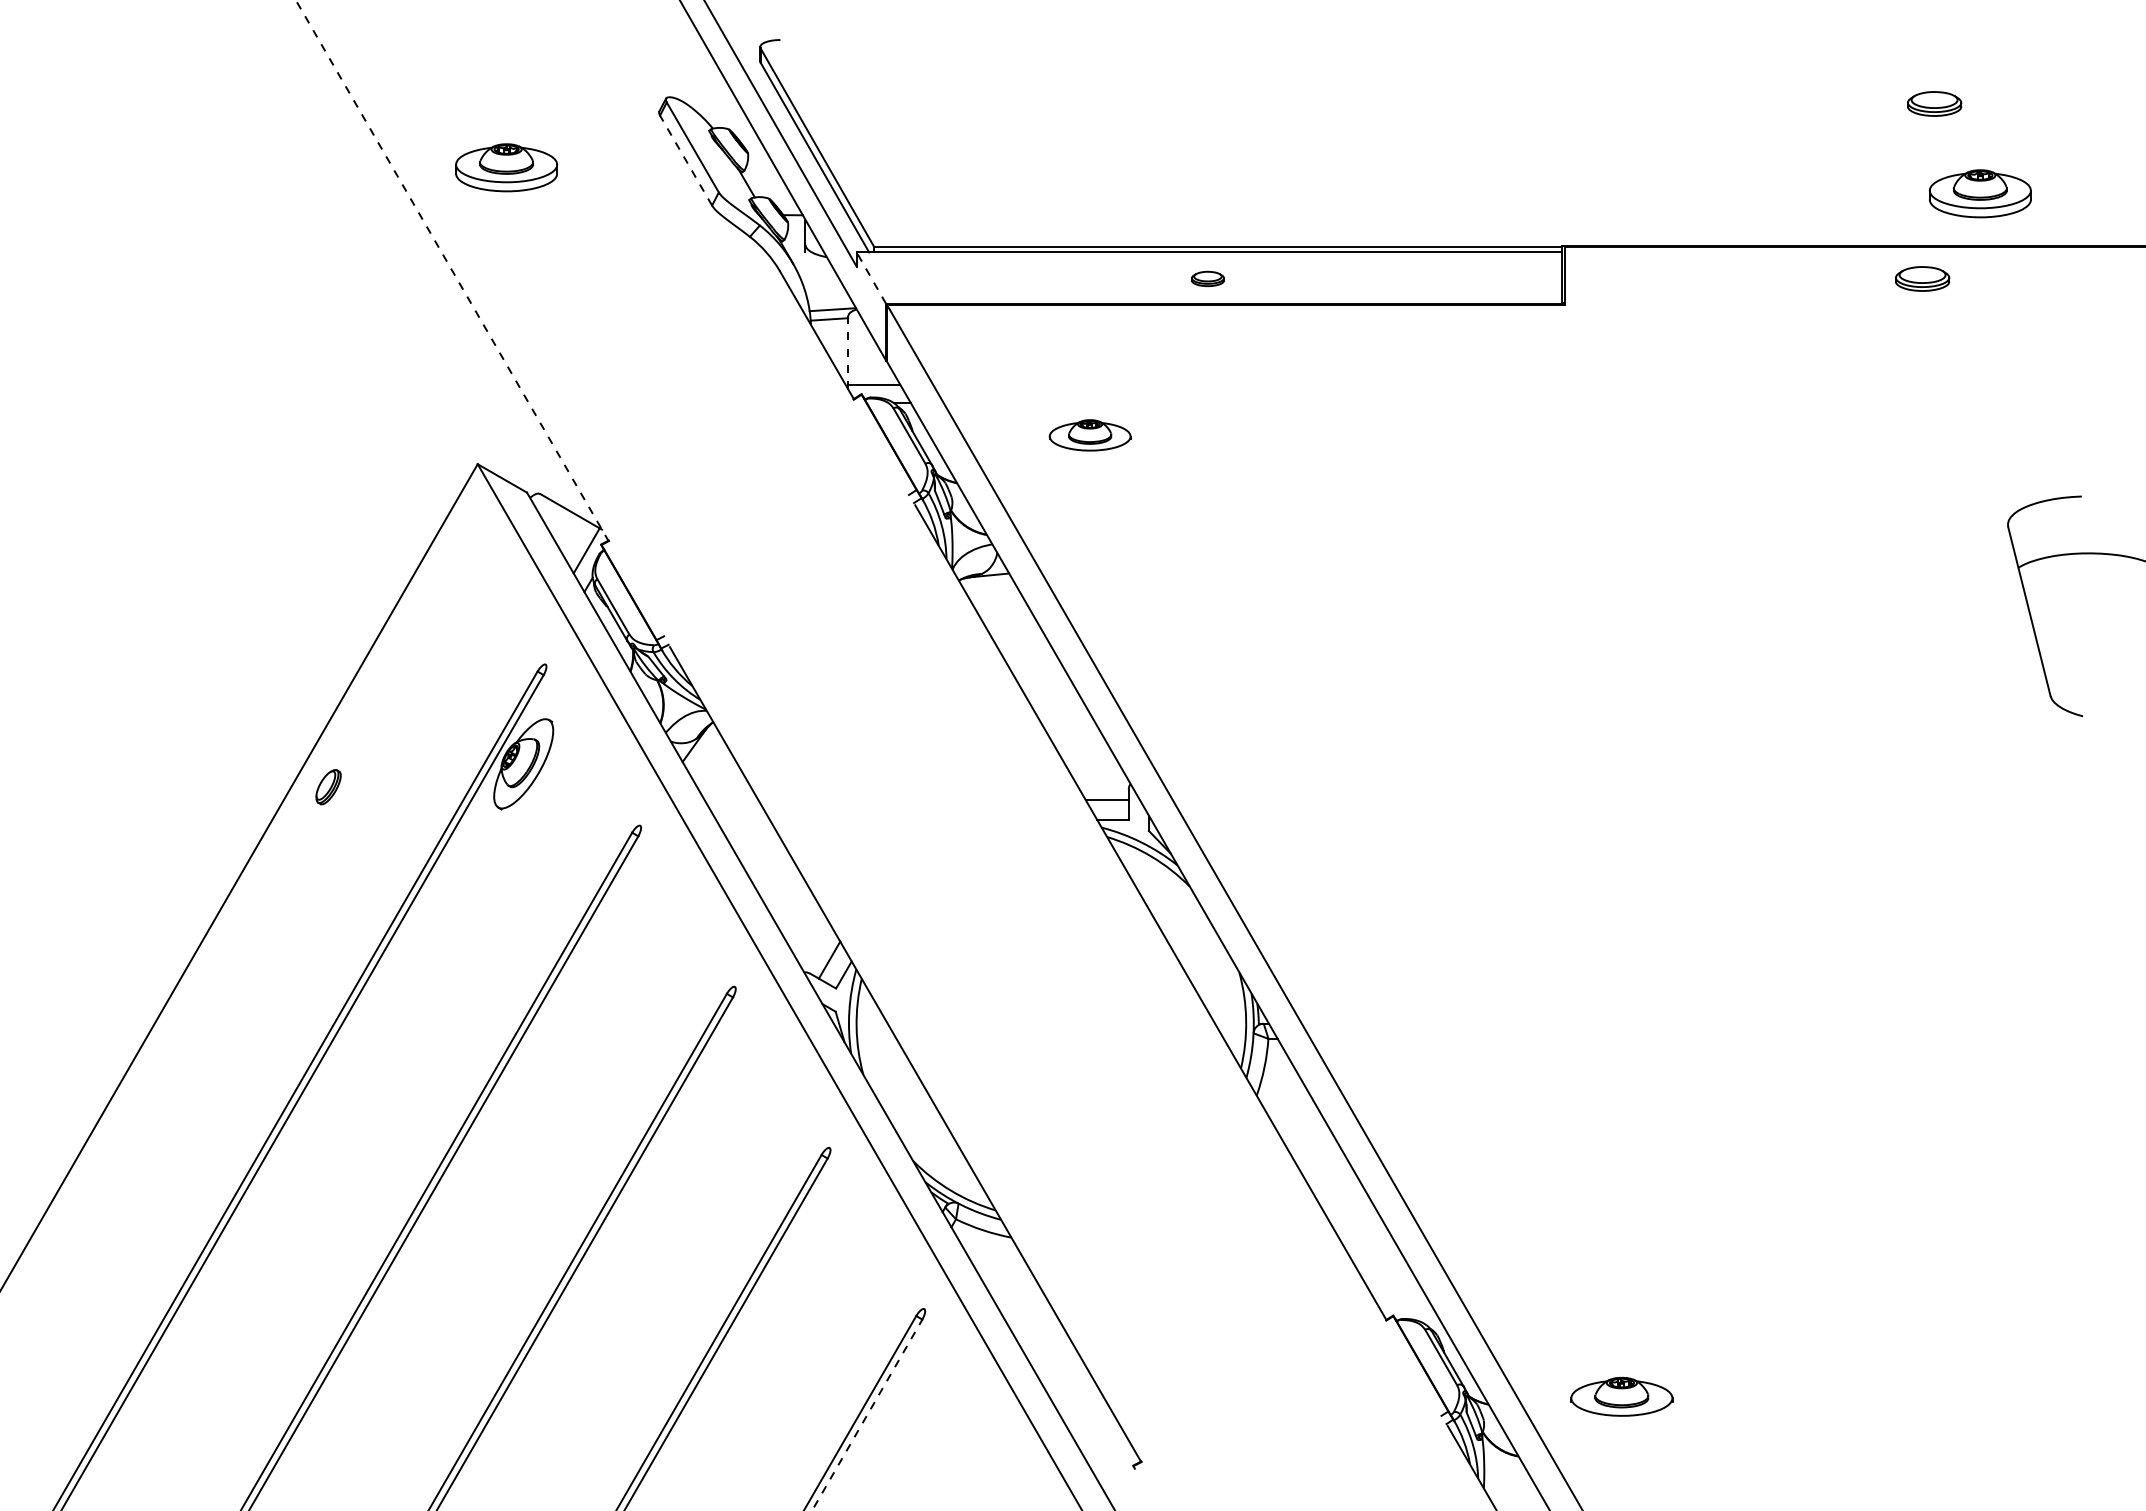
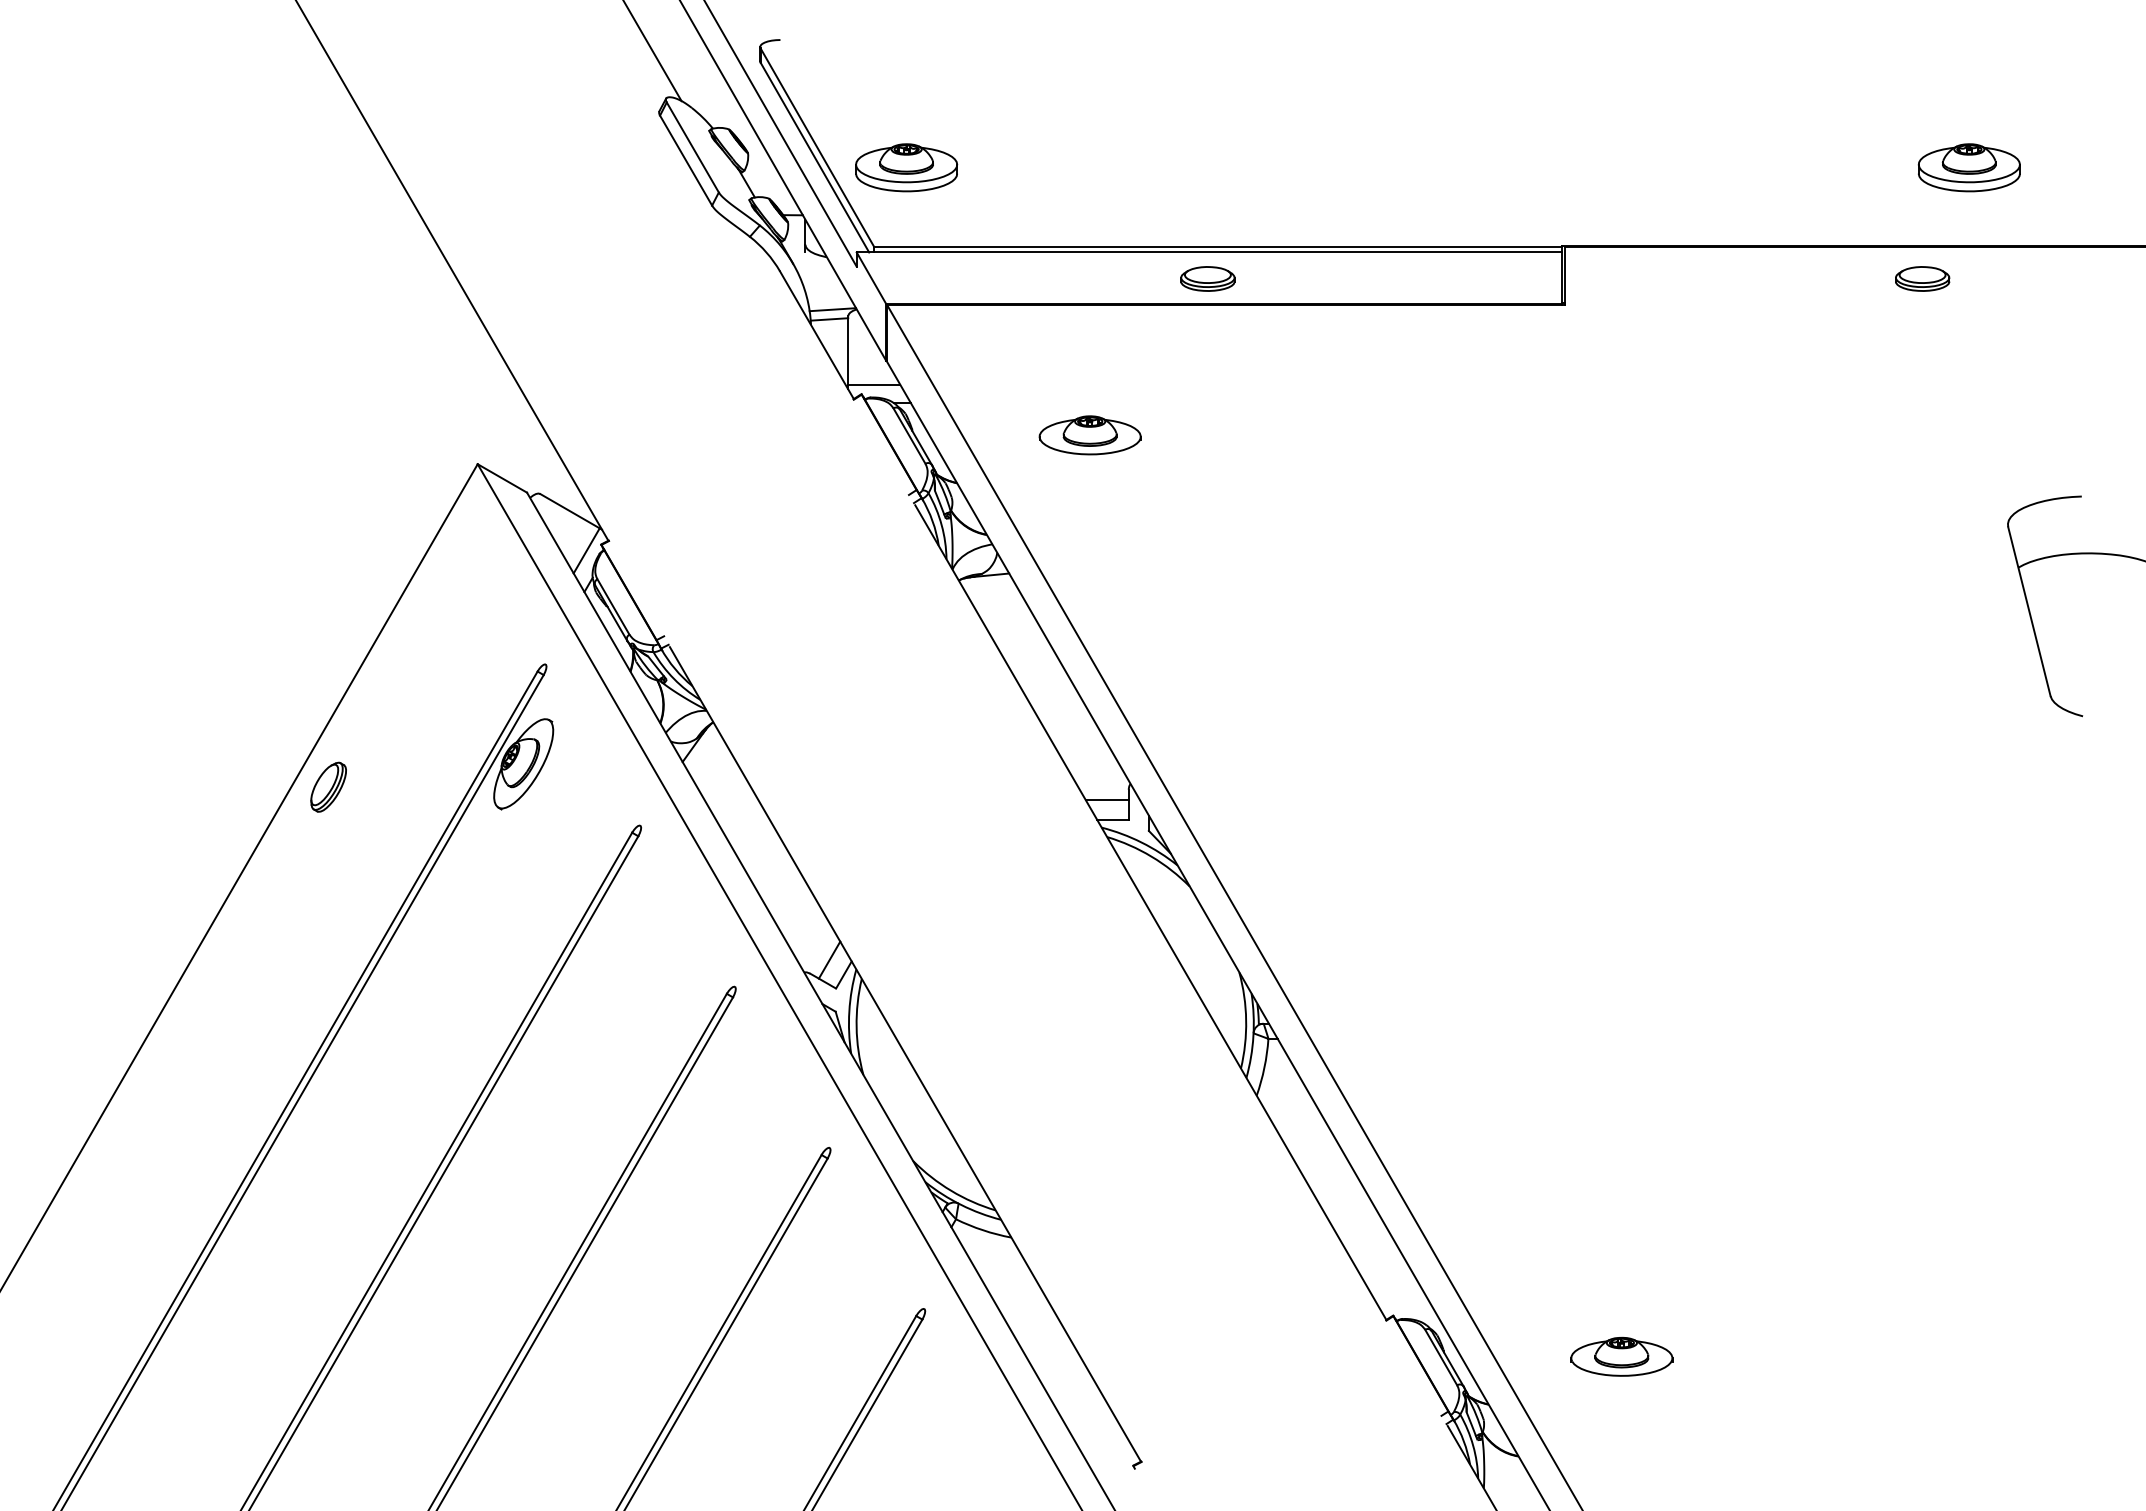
line at (652, 51): none -> present
part at (1934, 103): present -> none
line at (686, 160): dashed -> solid
part at (506, 167) position: (506, 167) -> (906, 167)
part at (1979, 193) position: (1979, 193) -> (1968, 167)
line at (452, 270): dashed -> solid
line at (871, 278): dashed -> solid
part at (1207, 278) size: 34x18 px -> 56x26 px
line at (848, 351): dashed -> solid
part at (1089, 435) size: 84x33 px -> 104x41 px
part at (328, 787) size: 27x37 px -> 37x52 px
part at (1621, 1396) position: (1621, 1396) -> (1621, 1356)
line at (867, 1414): dashed -> solid
